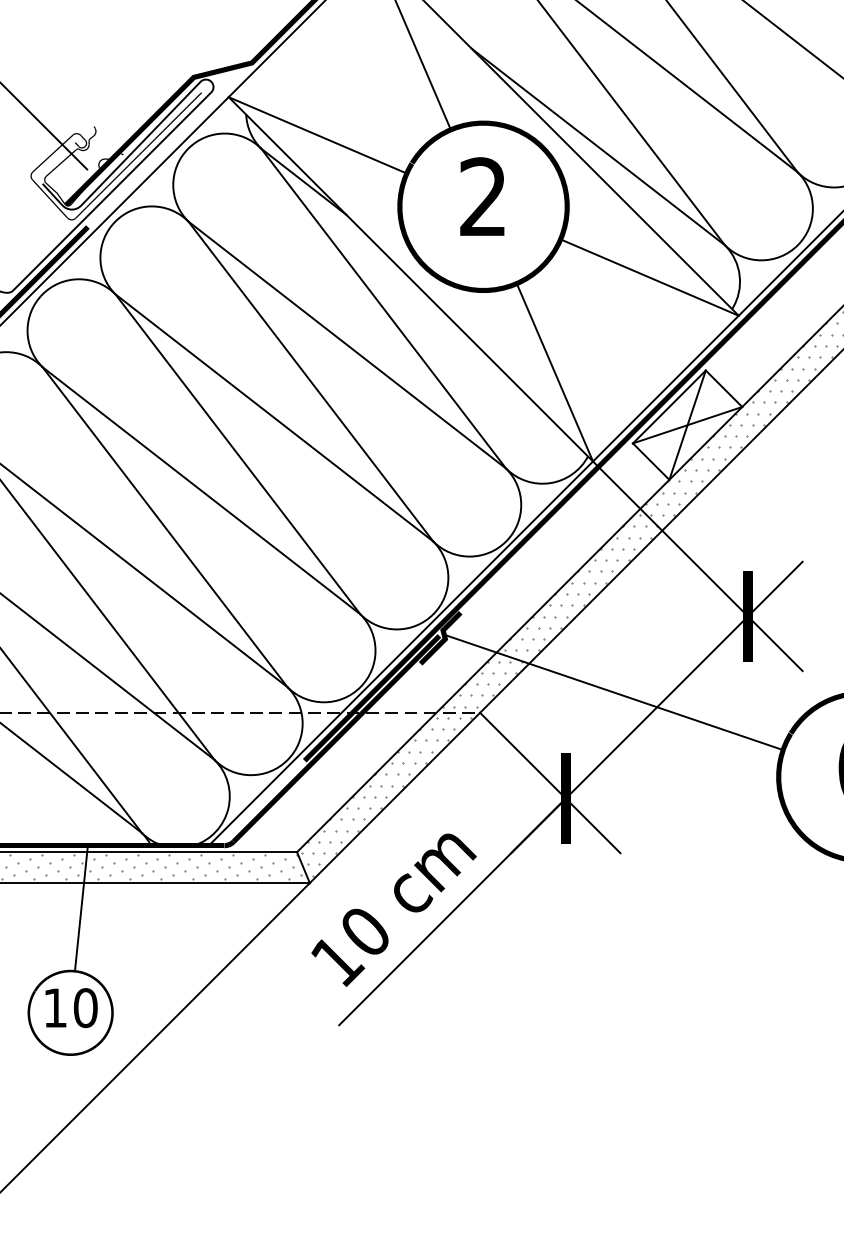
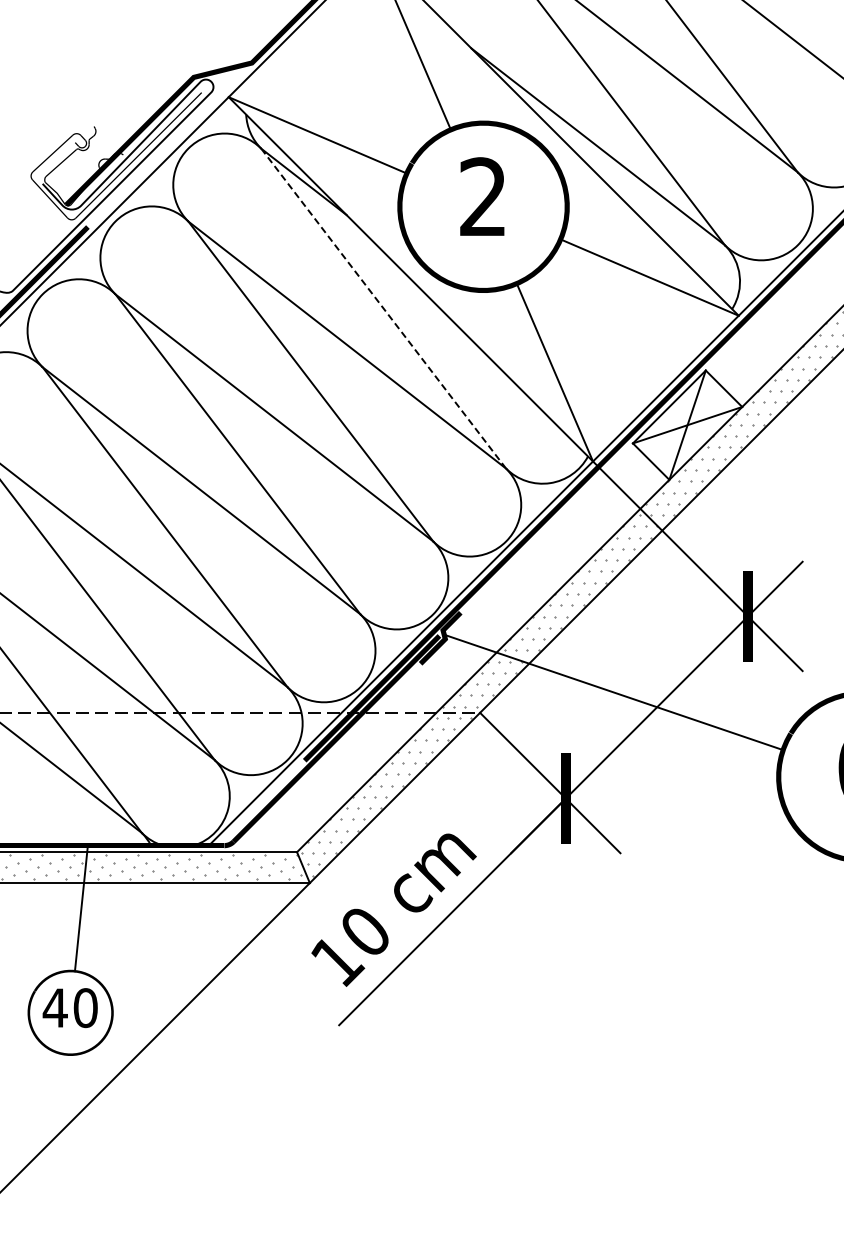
line at (44, 126): present -> none
line at (383, 309): solid -> dashed
text at (54, 1007): 10 -> 40
